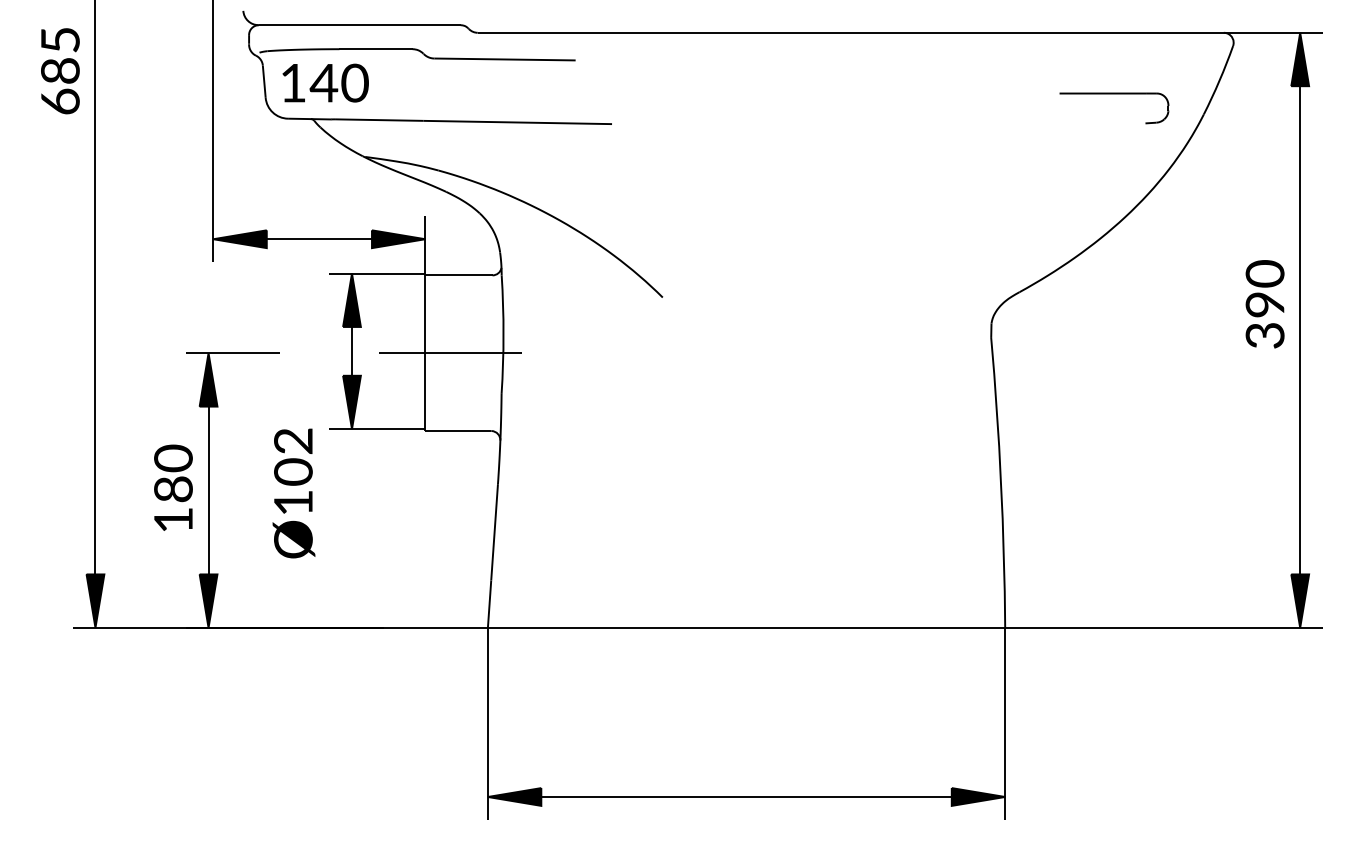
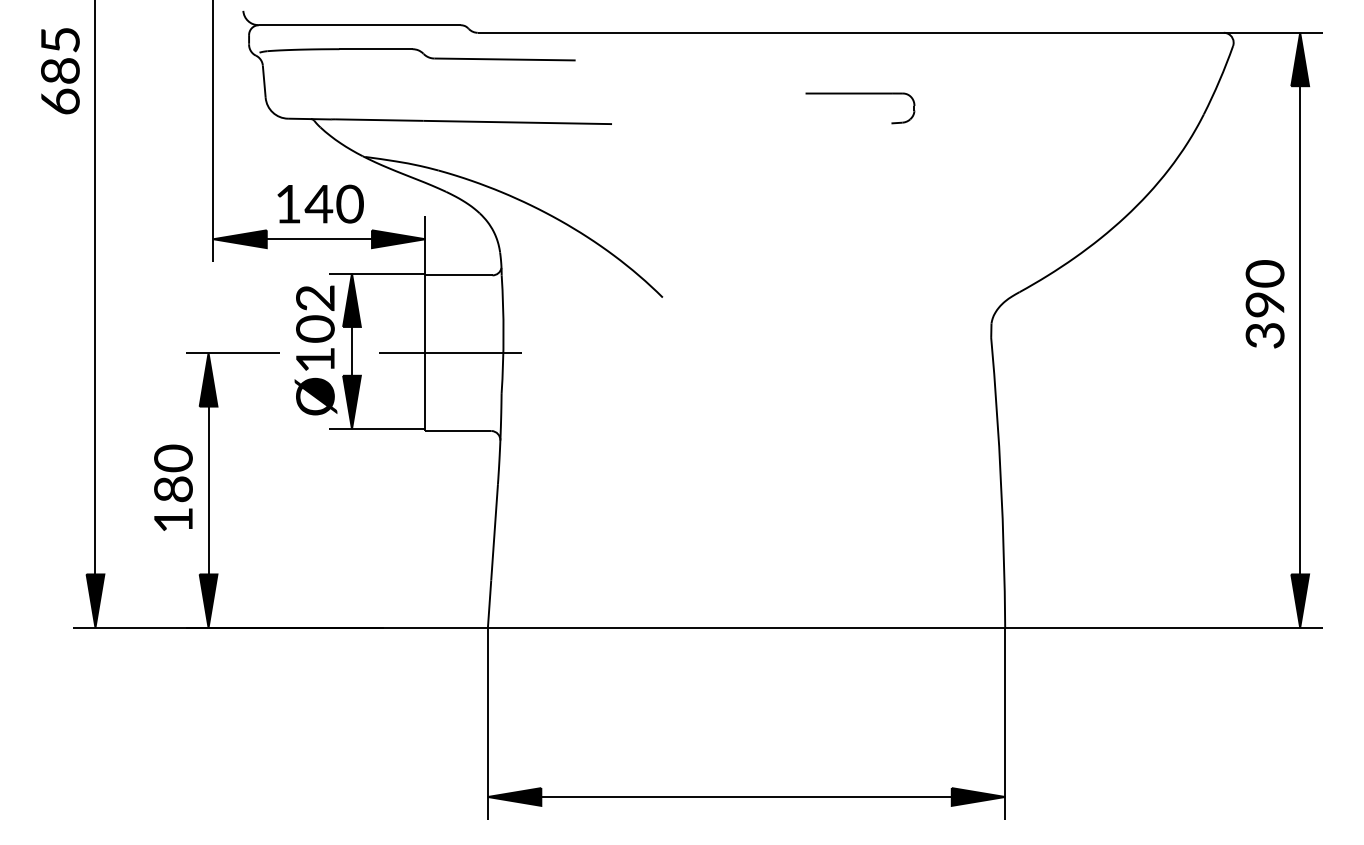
text at (325, 82) position: (325, 82) -> (320, 203)
part at (1114, 94) position: (1114, 94) -> (860, 94)
text at (293, 493) position: (293, 493) -> (315, 350)
